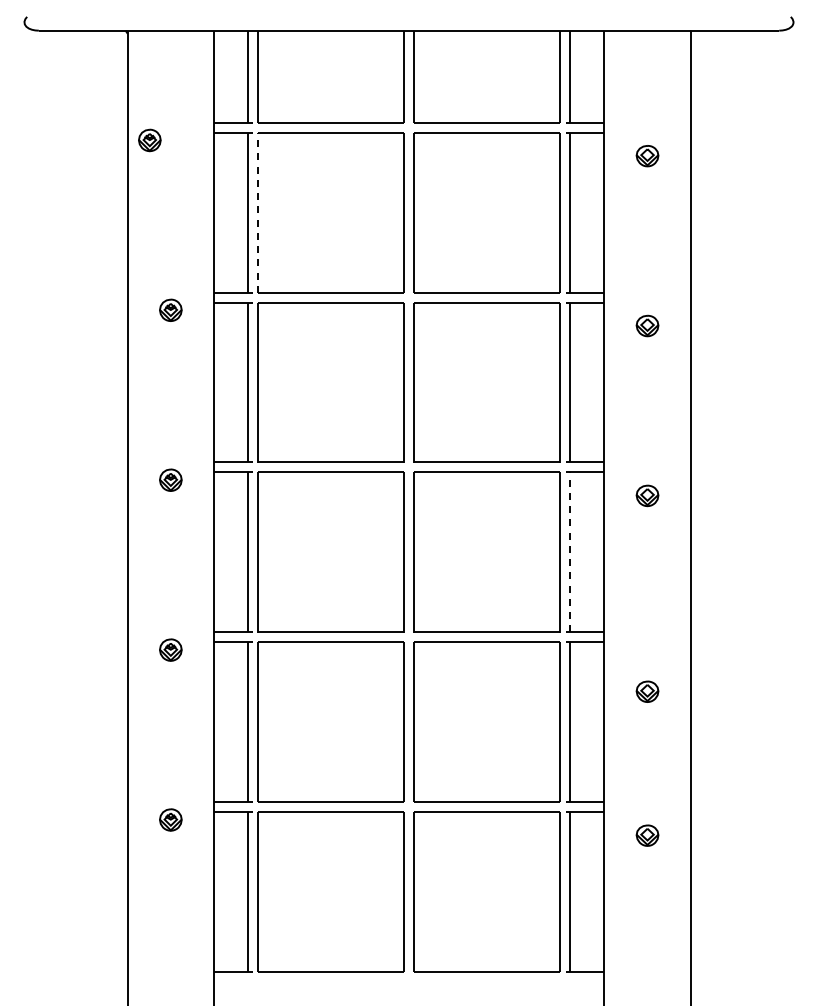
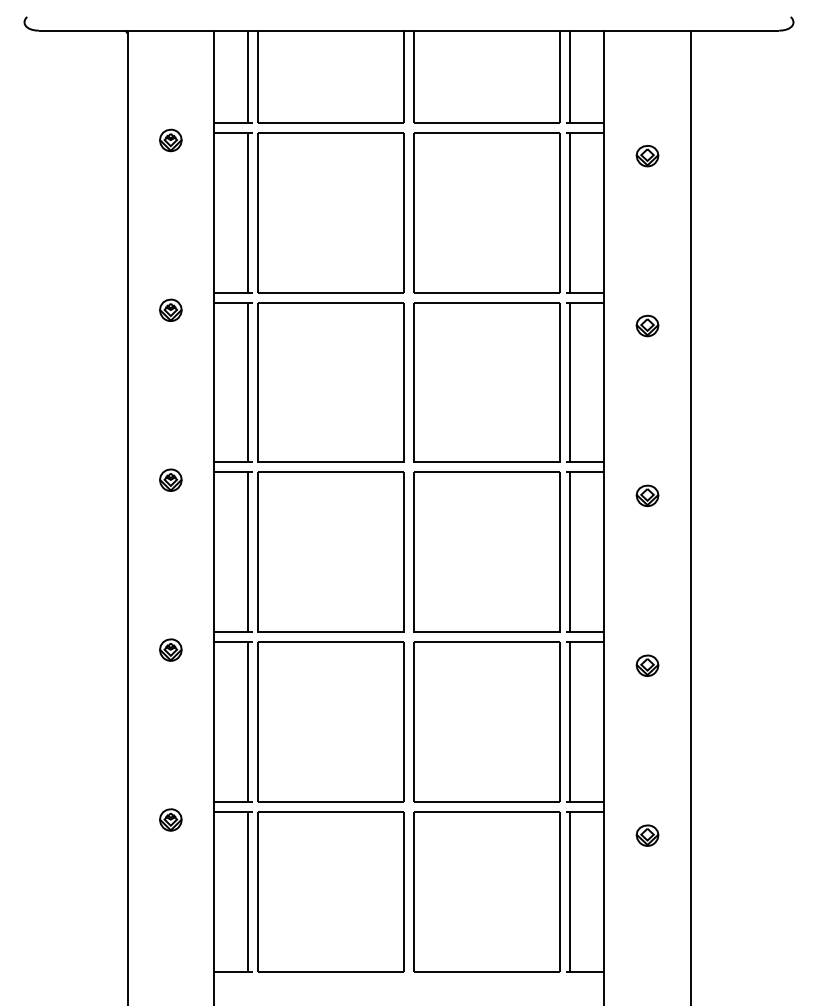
part at (149, 140) position: (149, 140) -> (170, 140)
line at (258, 212): dashed -> solid
line at (570, 552): dashed -> solid
part at (647, 691) position: (647, 691) -> (647, 665)
